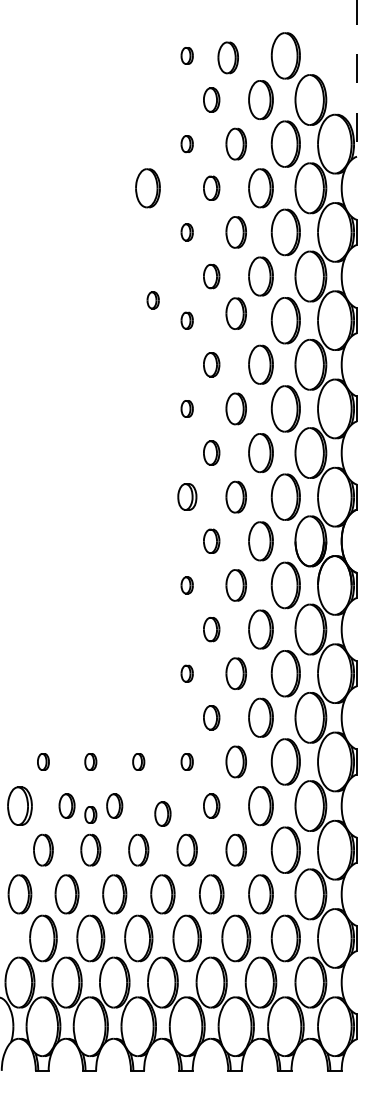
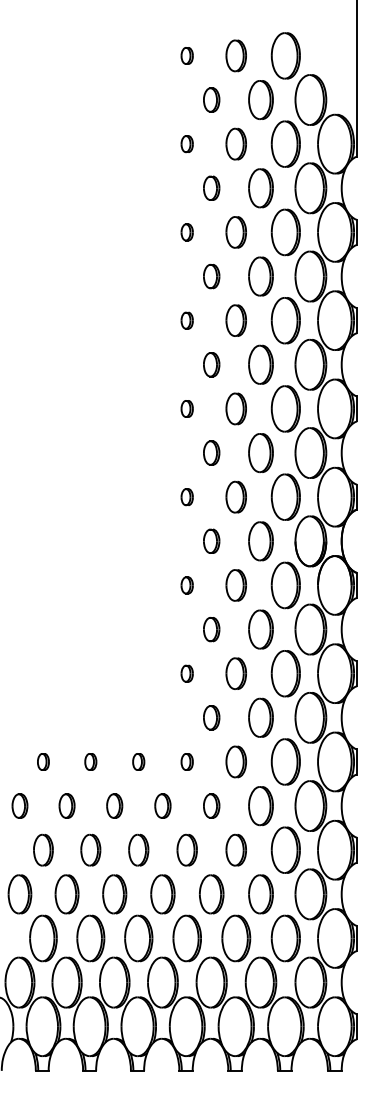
part at (227, 57) position: (227, 57) -> (235, 55)
line at (357, 78): dashed -> solid
part at (147, 188): present -> none
part at (152, 300): present -> none
part at (235, 313) position: (235, 313) -> (235, 320)
part at (187, 496) size: 21x28 px -> 14x19 px
part at (19, 805) size: 26x40 px -> 18x26 px
part at (162, 813) position: (162, 813) -> (162, 805)
part at (90, 814): present -> none
